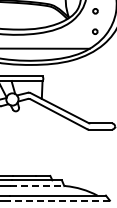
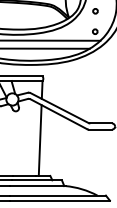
line at (51, 40): none -> present
line at (39, 140): none -> present
line at (37, 186): dashed -> solid
line at (59, 200): dashed -> solid
